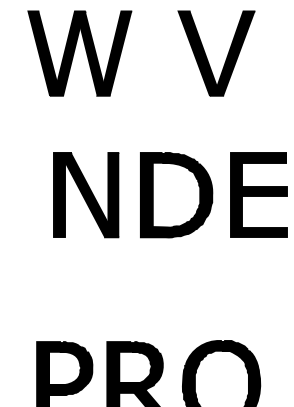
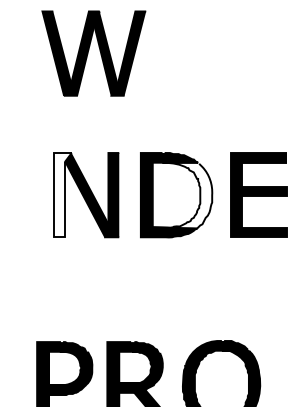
part at (79, 53) position: (79, 53) -> (93, 53)
part at (207, 57): present -> none
fill at (62, 195): present -> none
fill at (182, 195): present -> none
